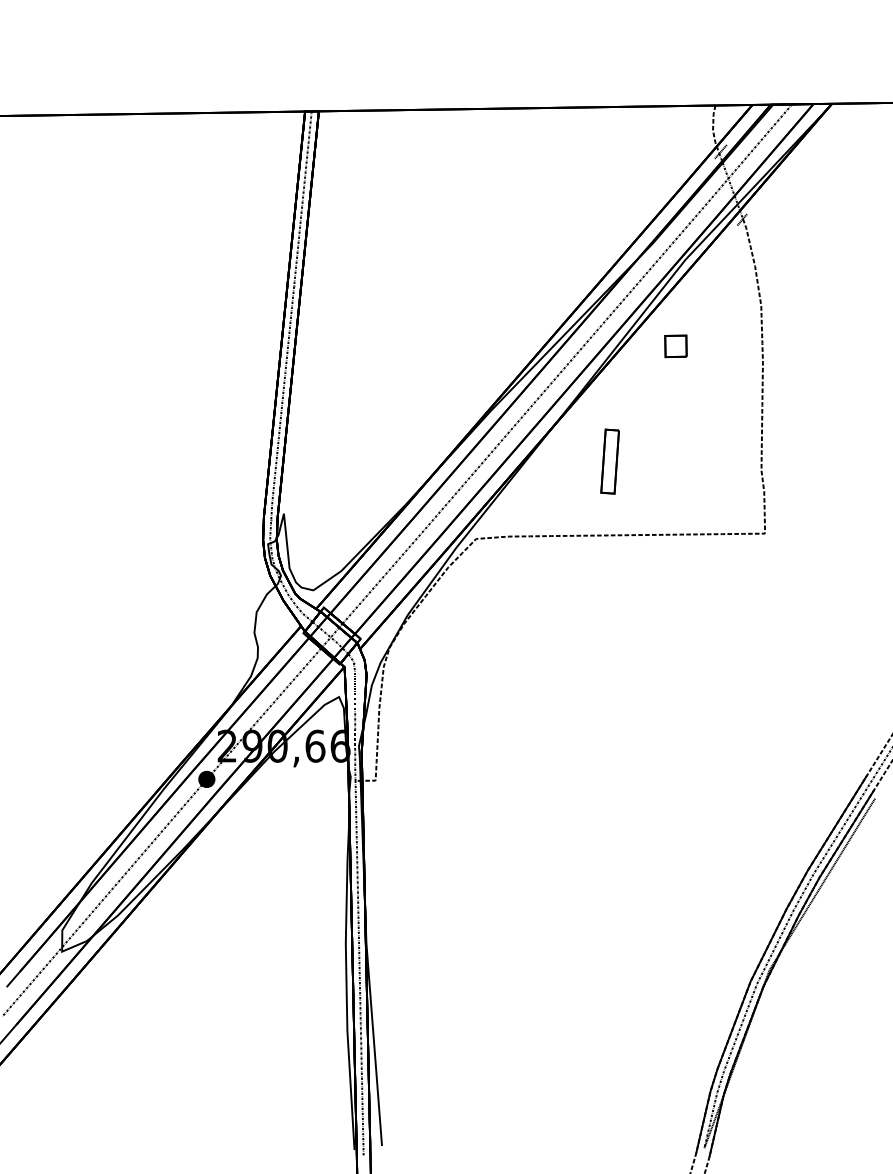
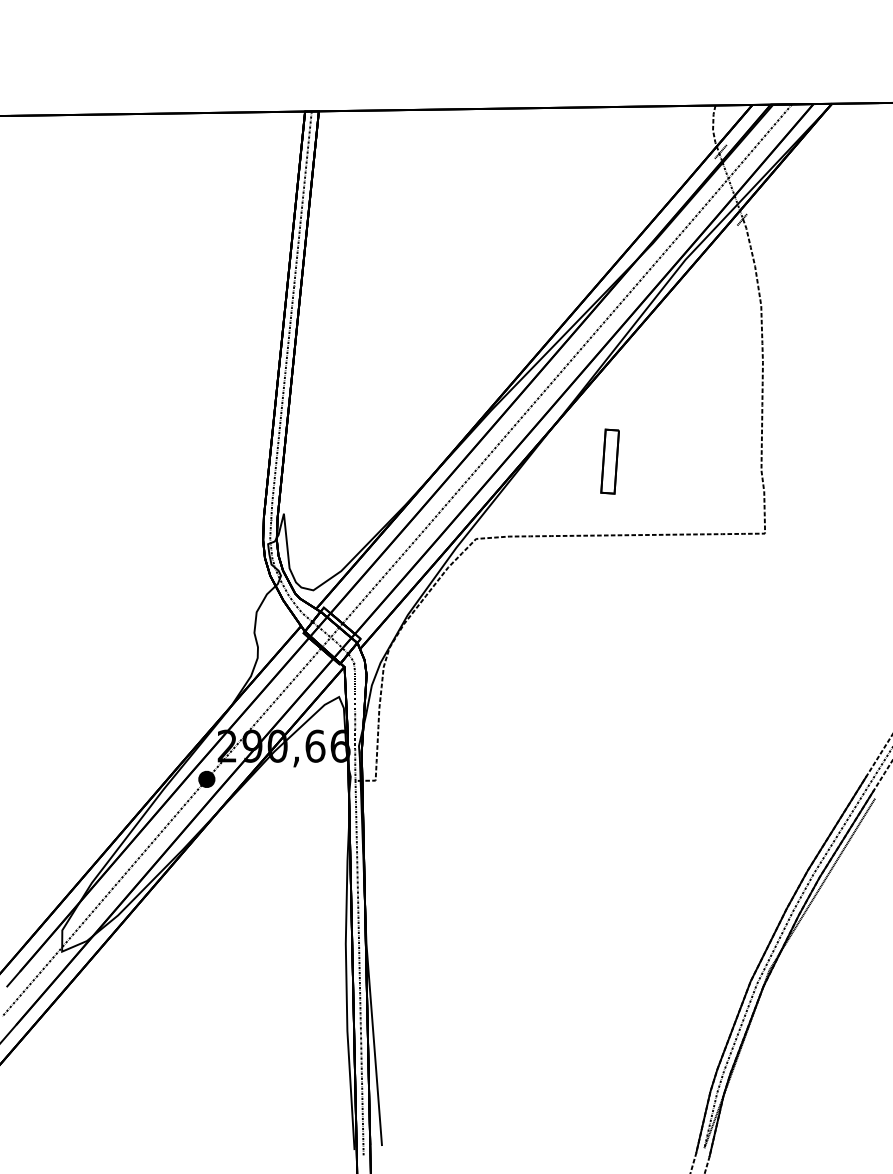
part at (675, 346): present -> none
